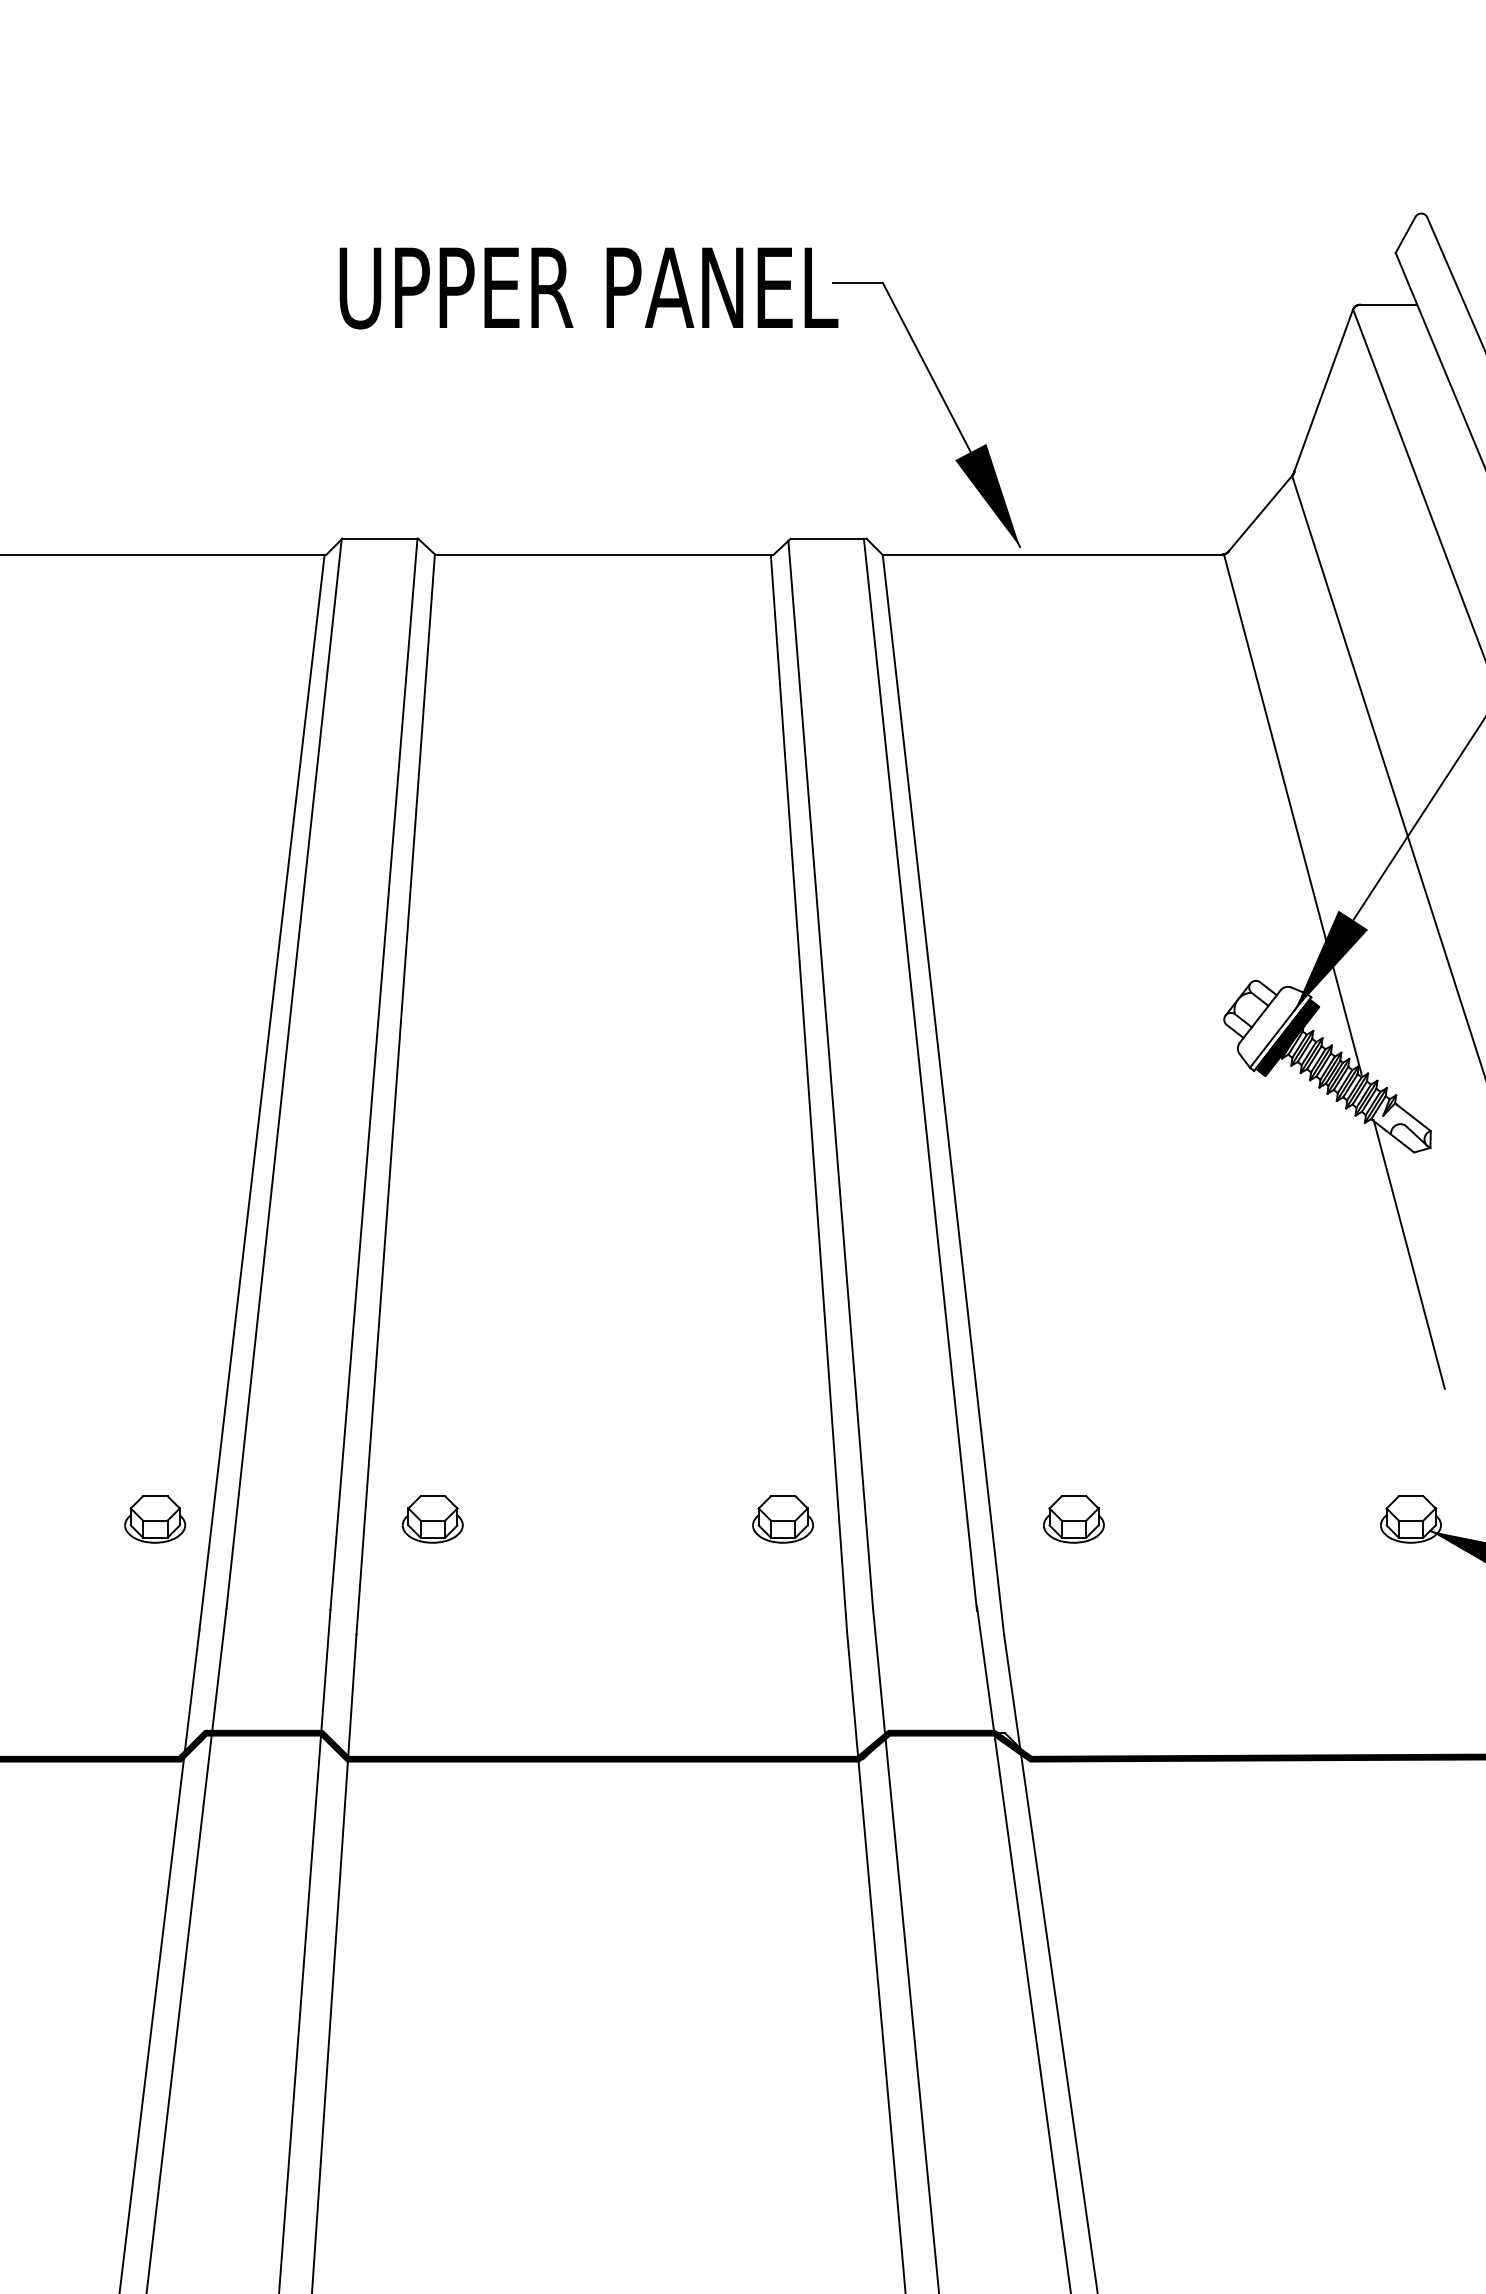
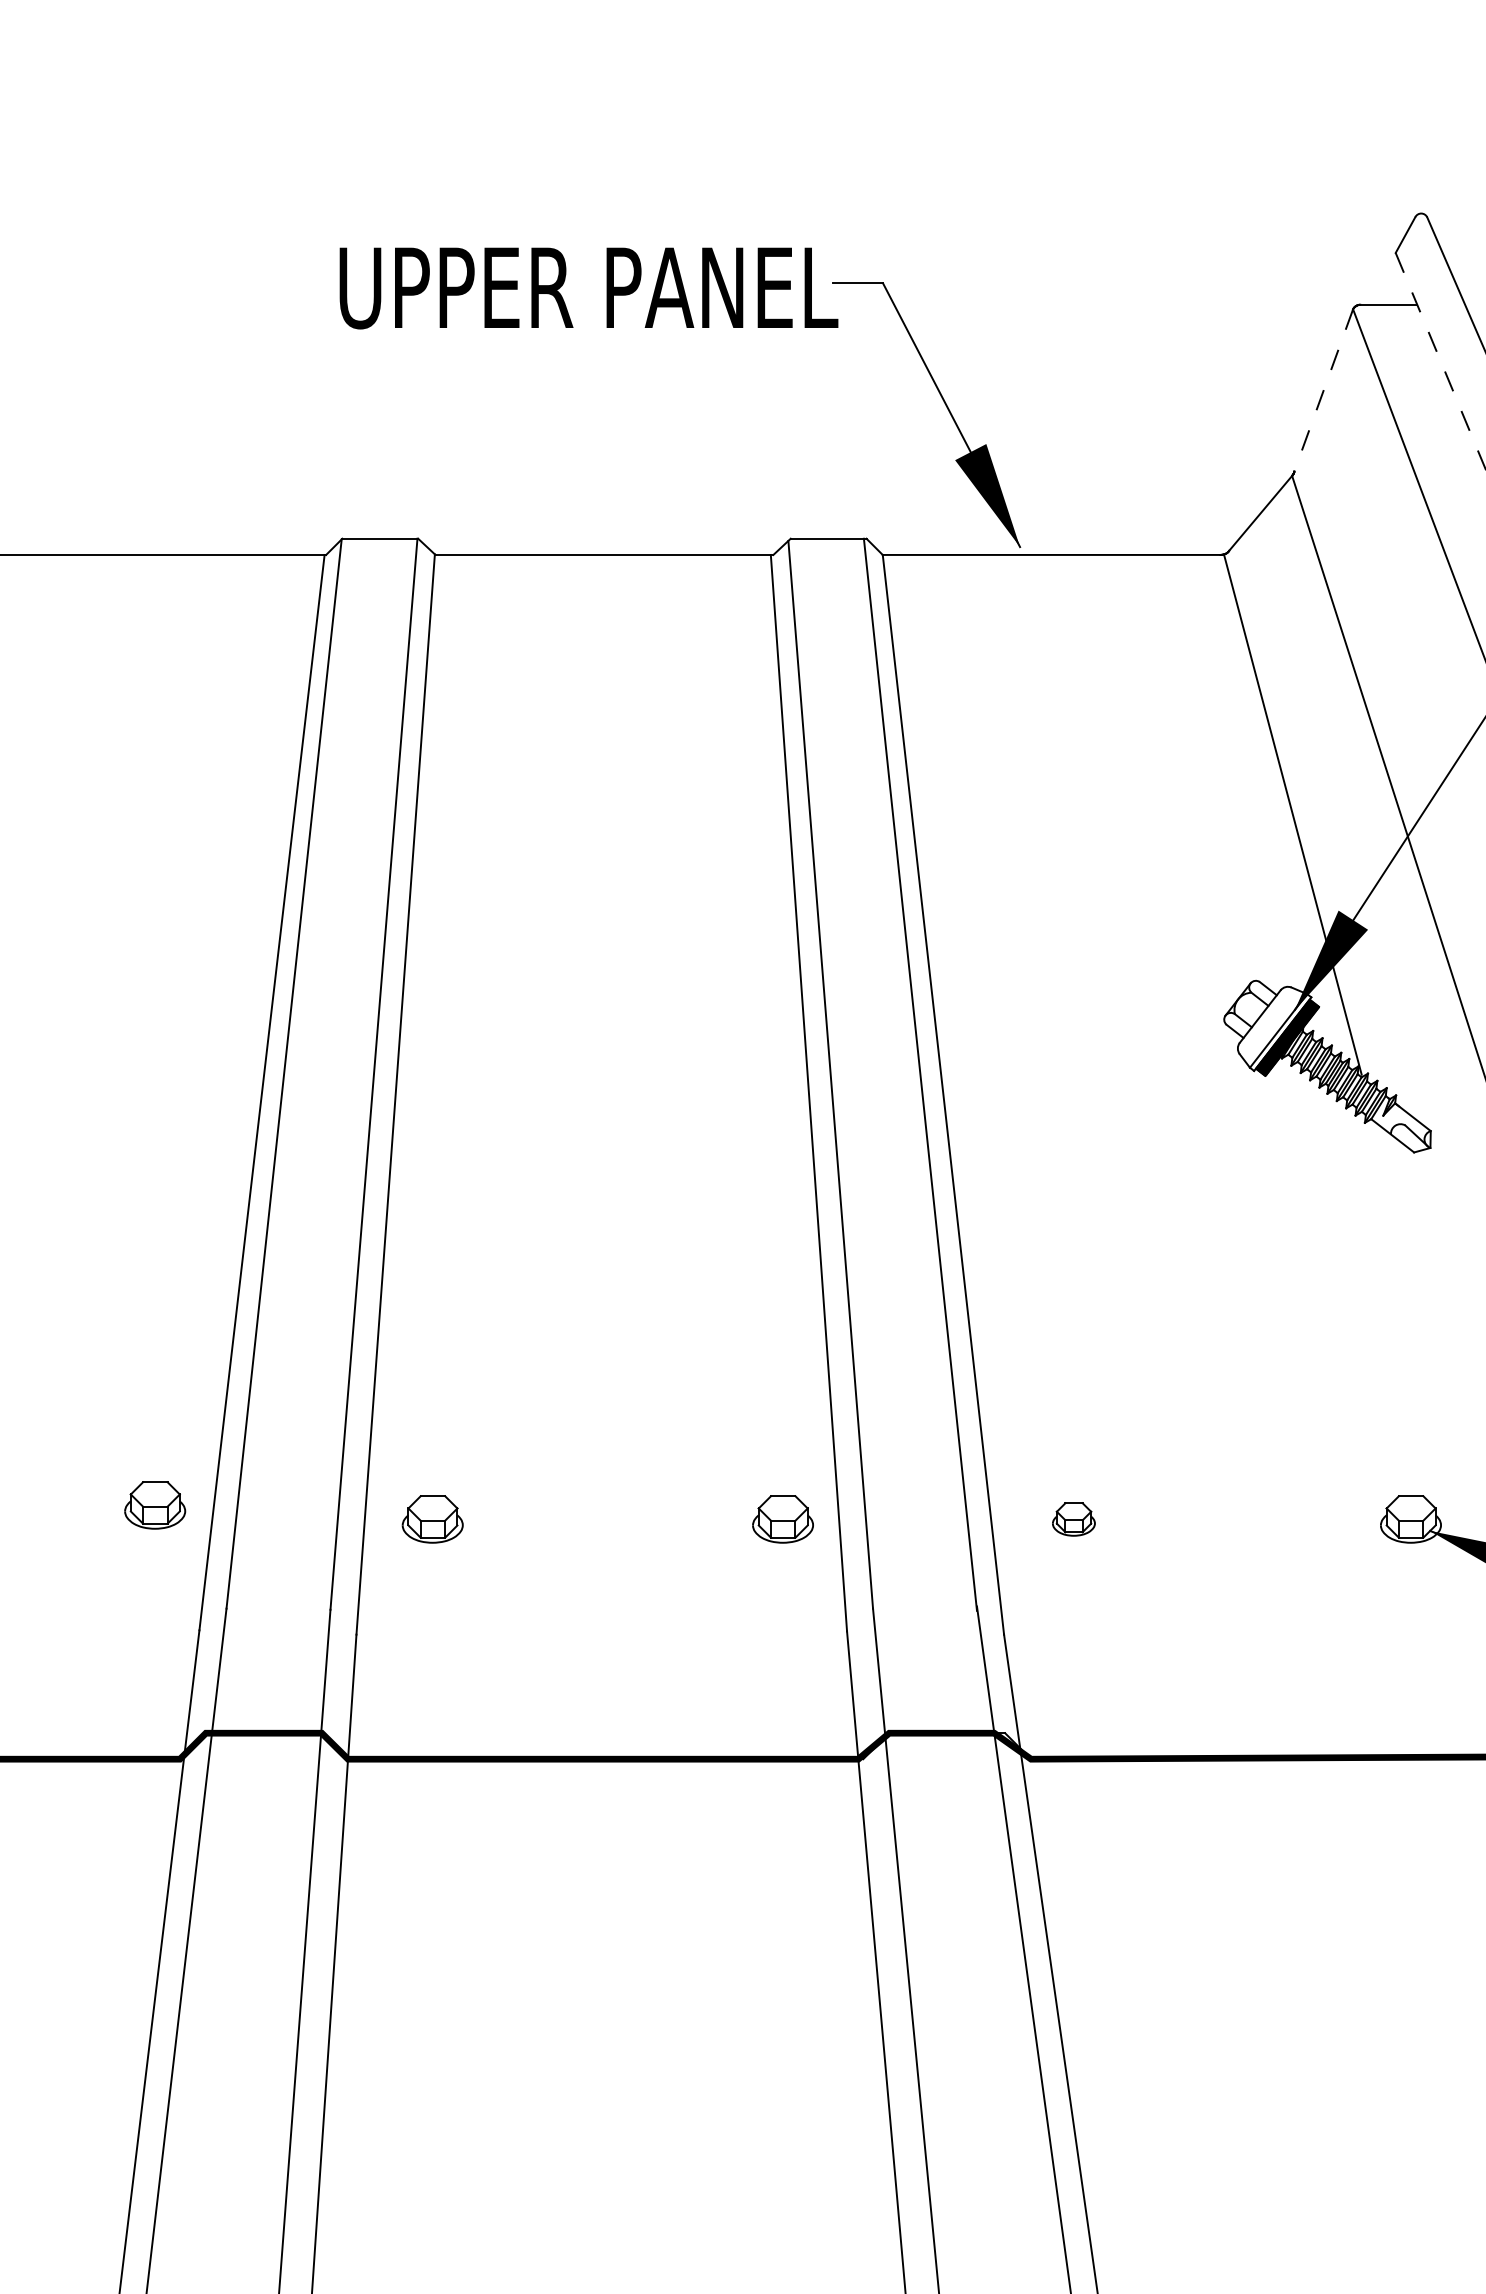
line at (1441, 361): solid -> dashed
line at (1323, 391): solid -> dashed
line at (1408, 1254): present -> none
part at (155, 1519) position: (155, 1519) -> (155, 1505)
part at (1073, 1519) size: 62x49 px -> 44x35 px
